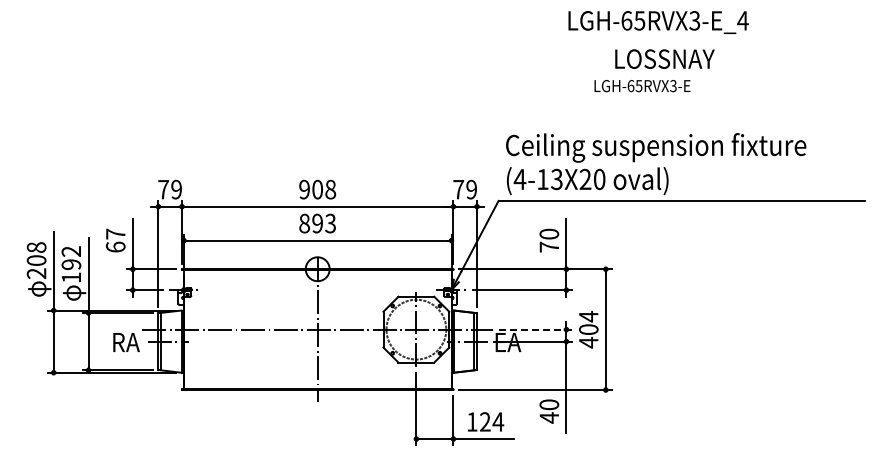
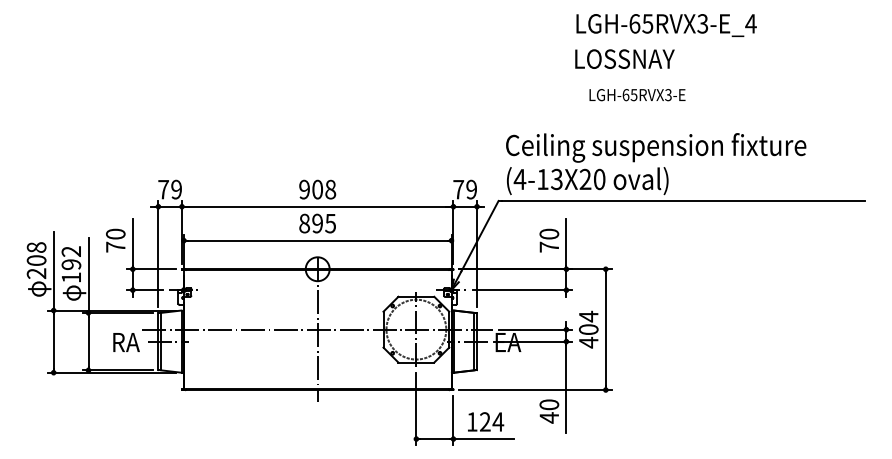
text at (658, 22) position: (658, 22) -> (666, 25)
text at (664, 58) position: (664, 58) -> (624, 58)
text at (642, 86) position: (642, 86) -> (637, 95)
text at (330, 222): 893 -> 895
text at (115, 240): 67 -> 70
line at (535, 329): dashed -> solid
